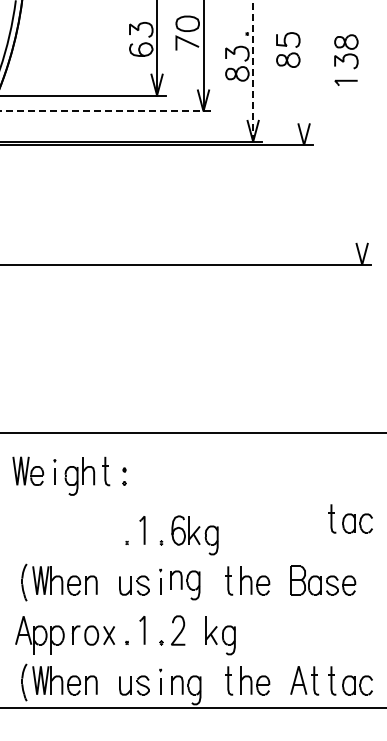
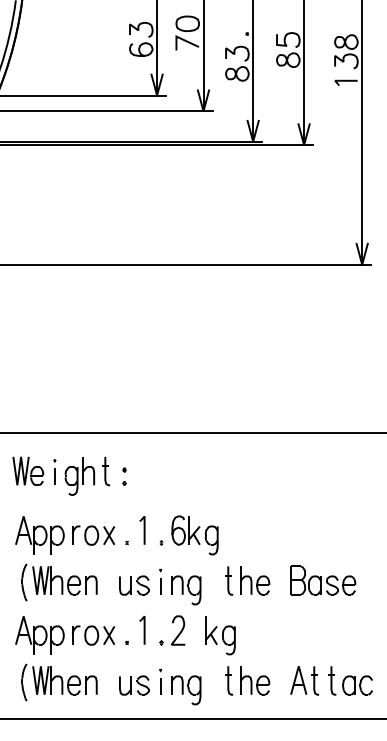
line at (253, 70): dashed -> solid
line at (304, 73): none -> present
line at (106, 111): dashed -> solid
line at (362, 133): none -> present
part at (350, 518): present -> none
part at (65, 535): none -> present
part at (185, 585) position: (185, 585) -> (186, 590)
line at (192, 707) position: (192, 707) -> (192, 718)
